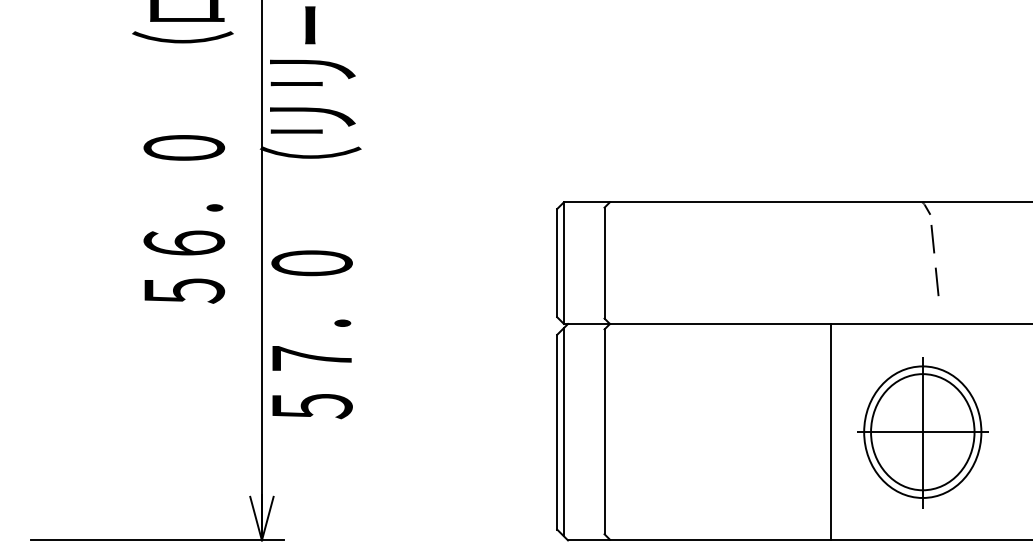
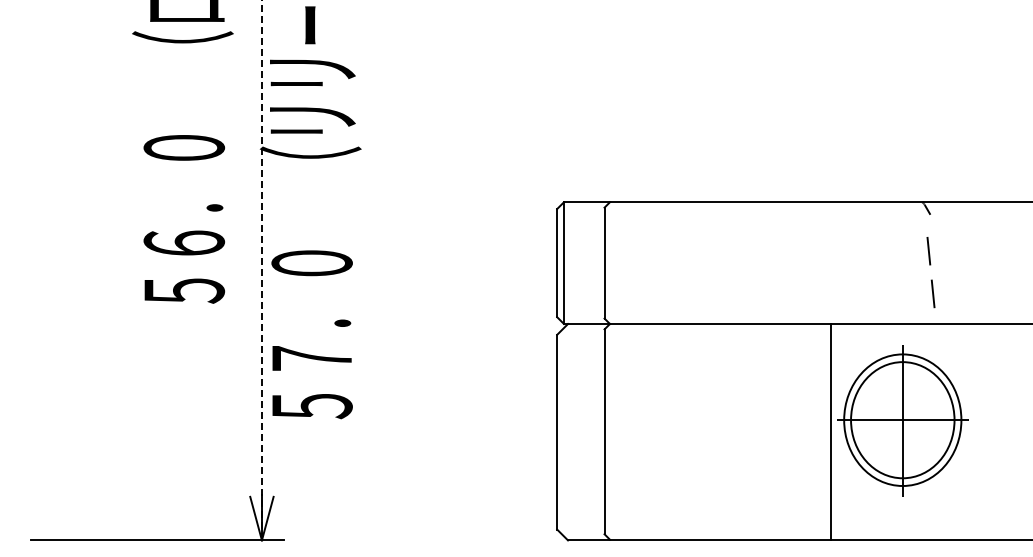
line at (934, 253) position: (934, 253) -> (930, 265)
line at (261, 270): solid -> dashed
line at (564, 432): present -> none
part at (922, 432) position: (922, 432) -> (902, 420)
